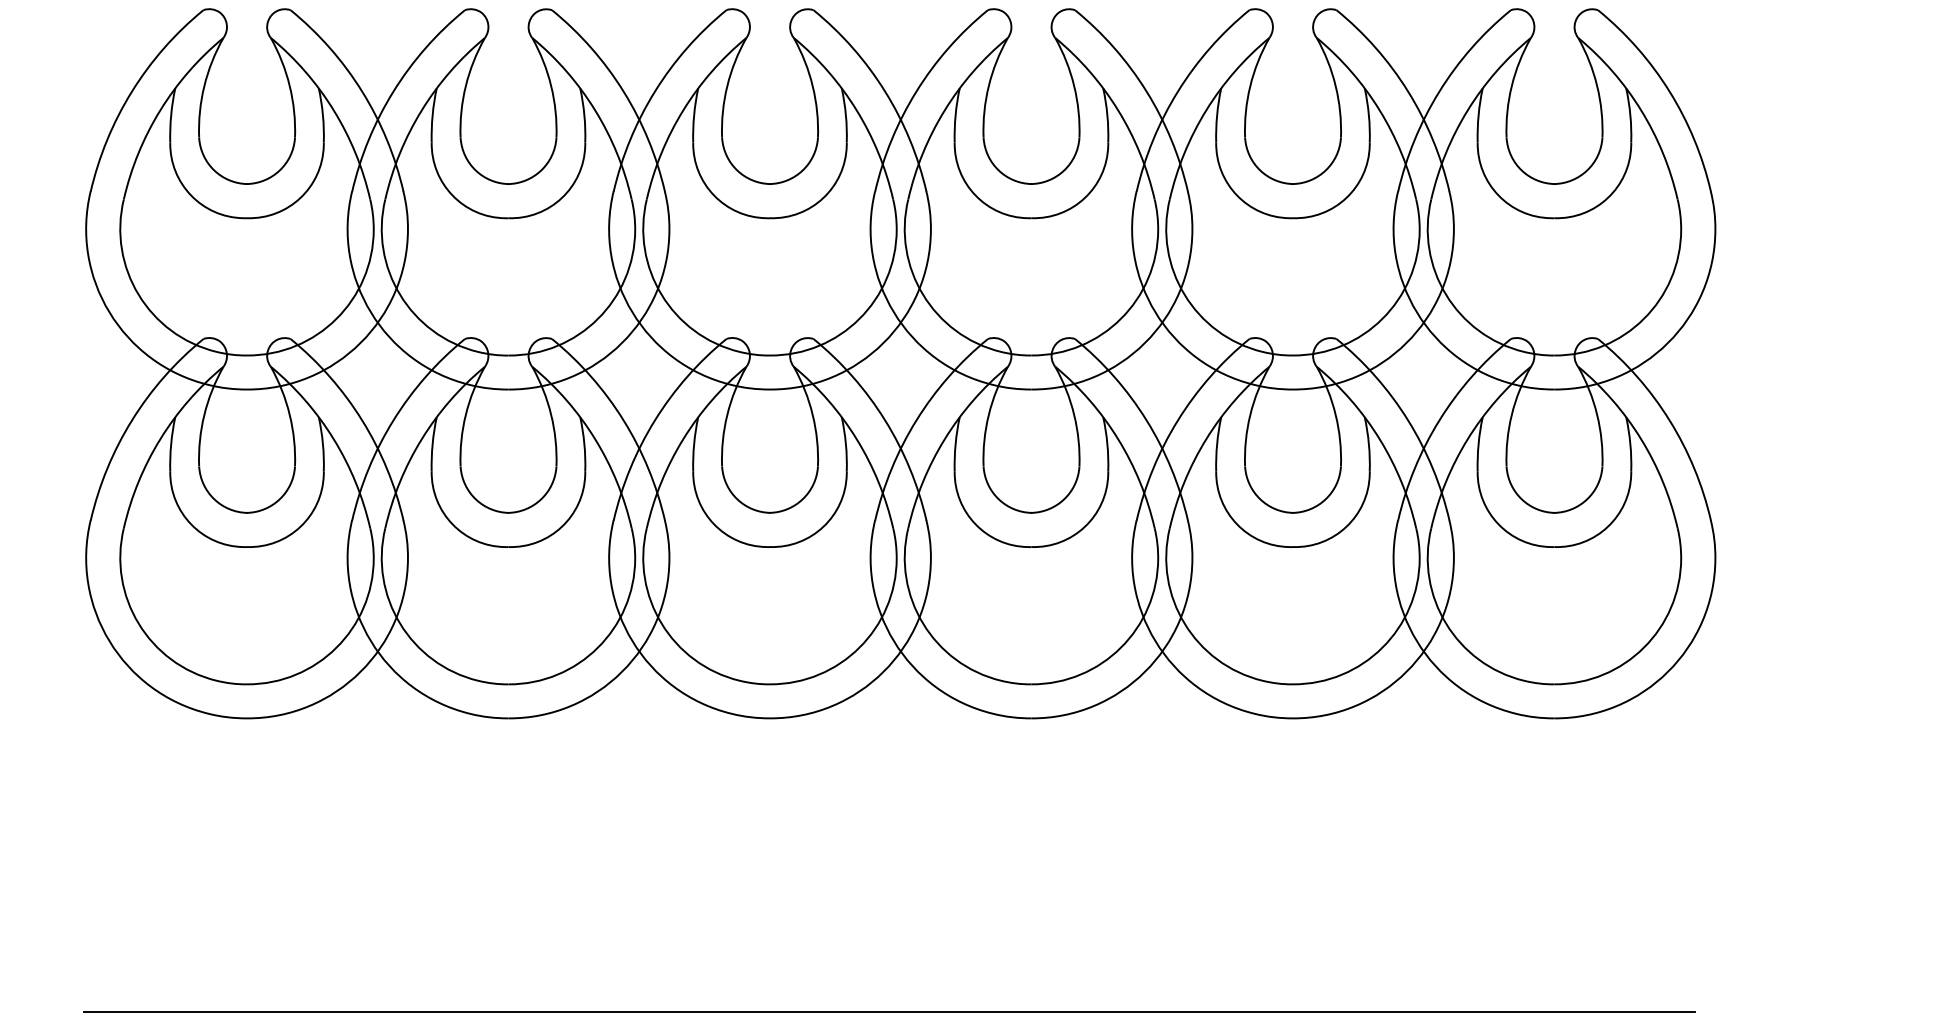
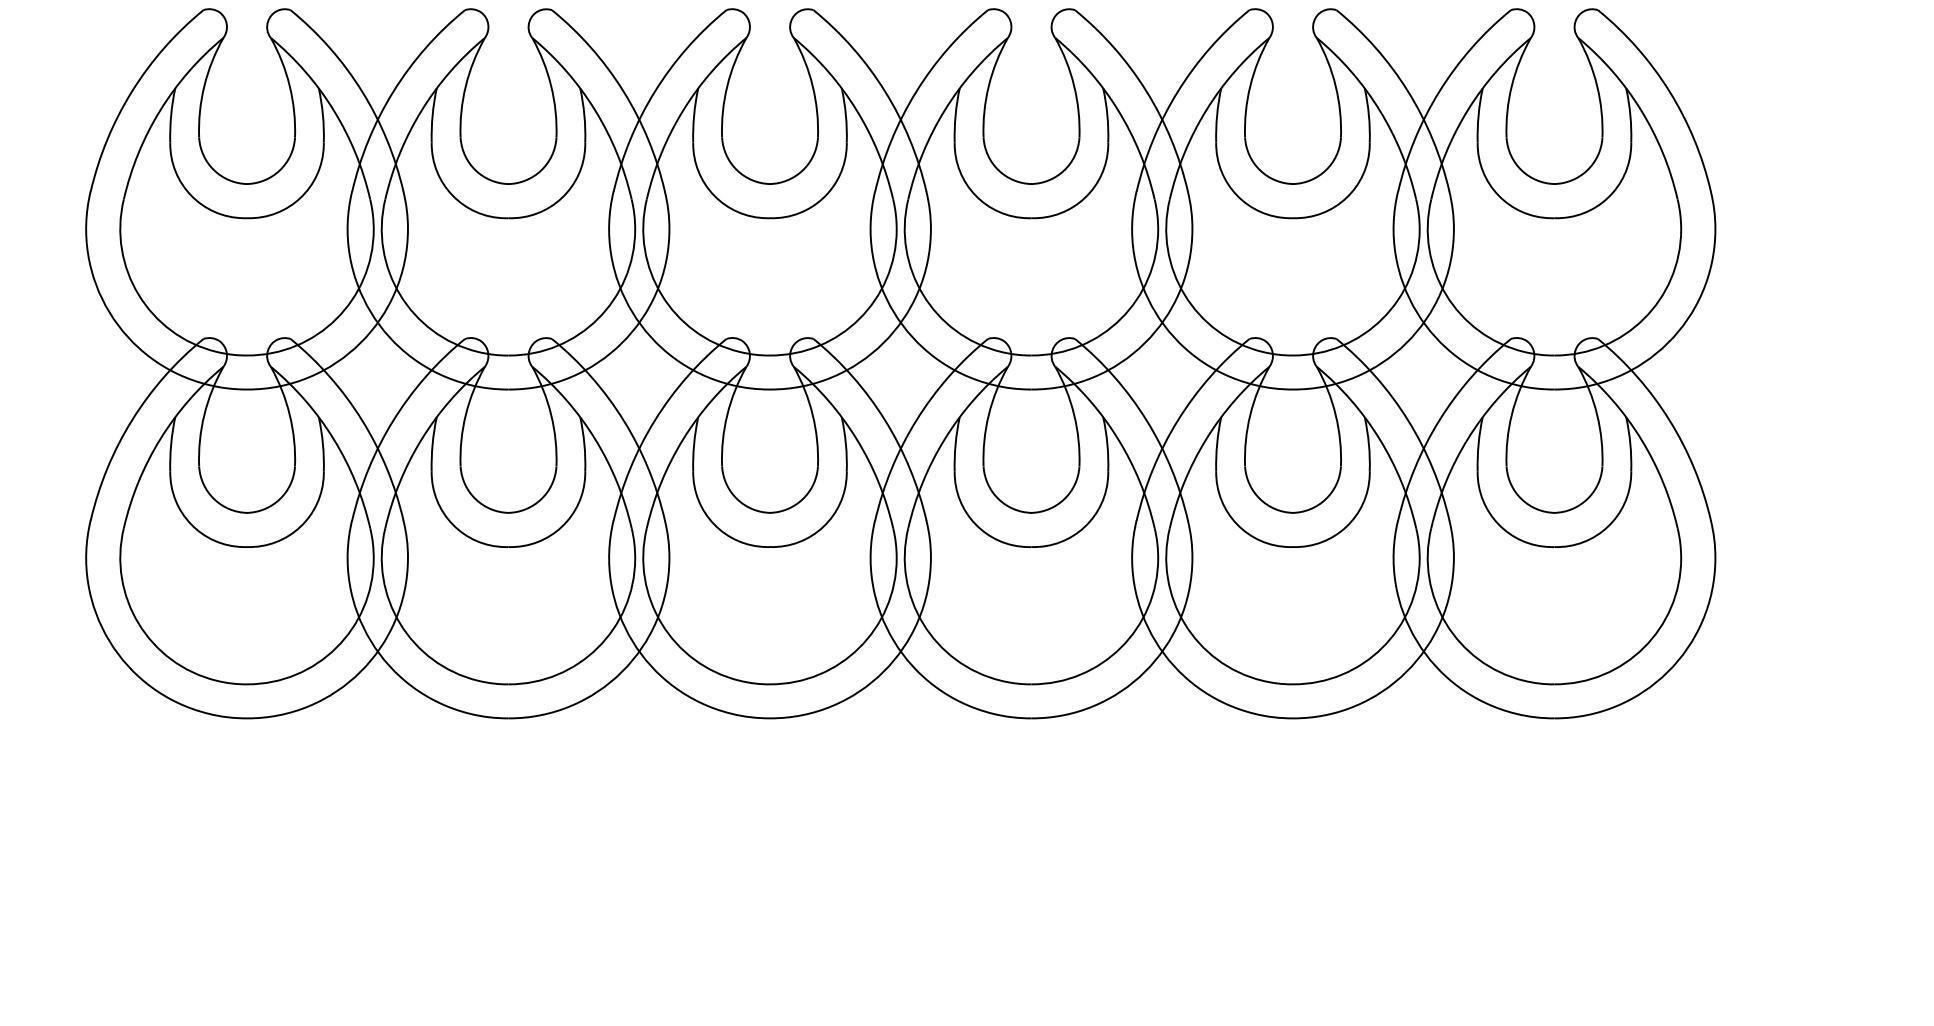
line at (889, 1011): present -> none
